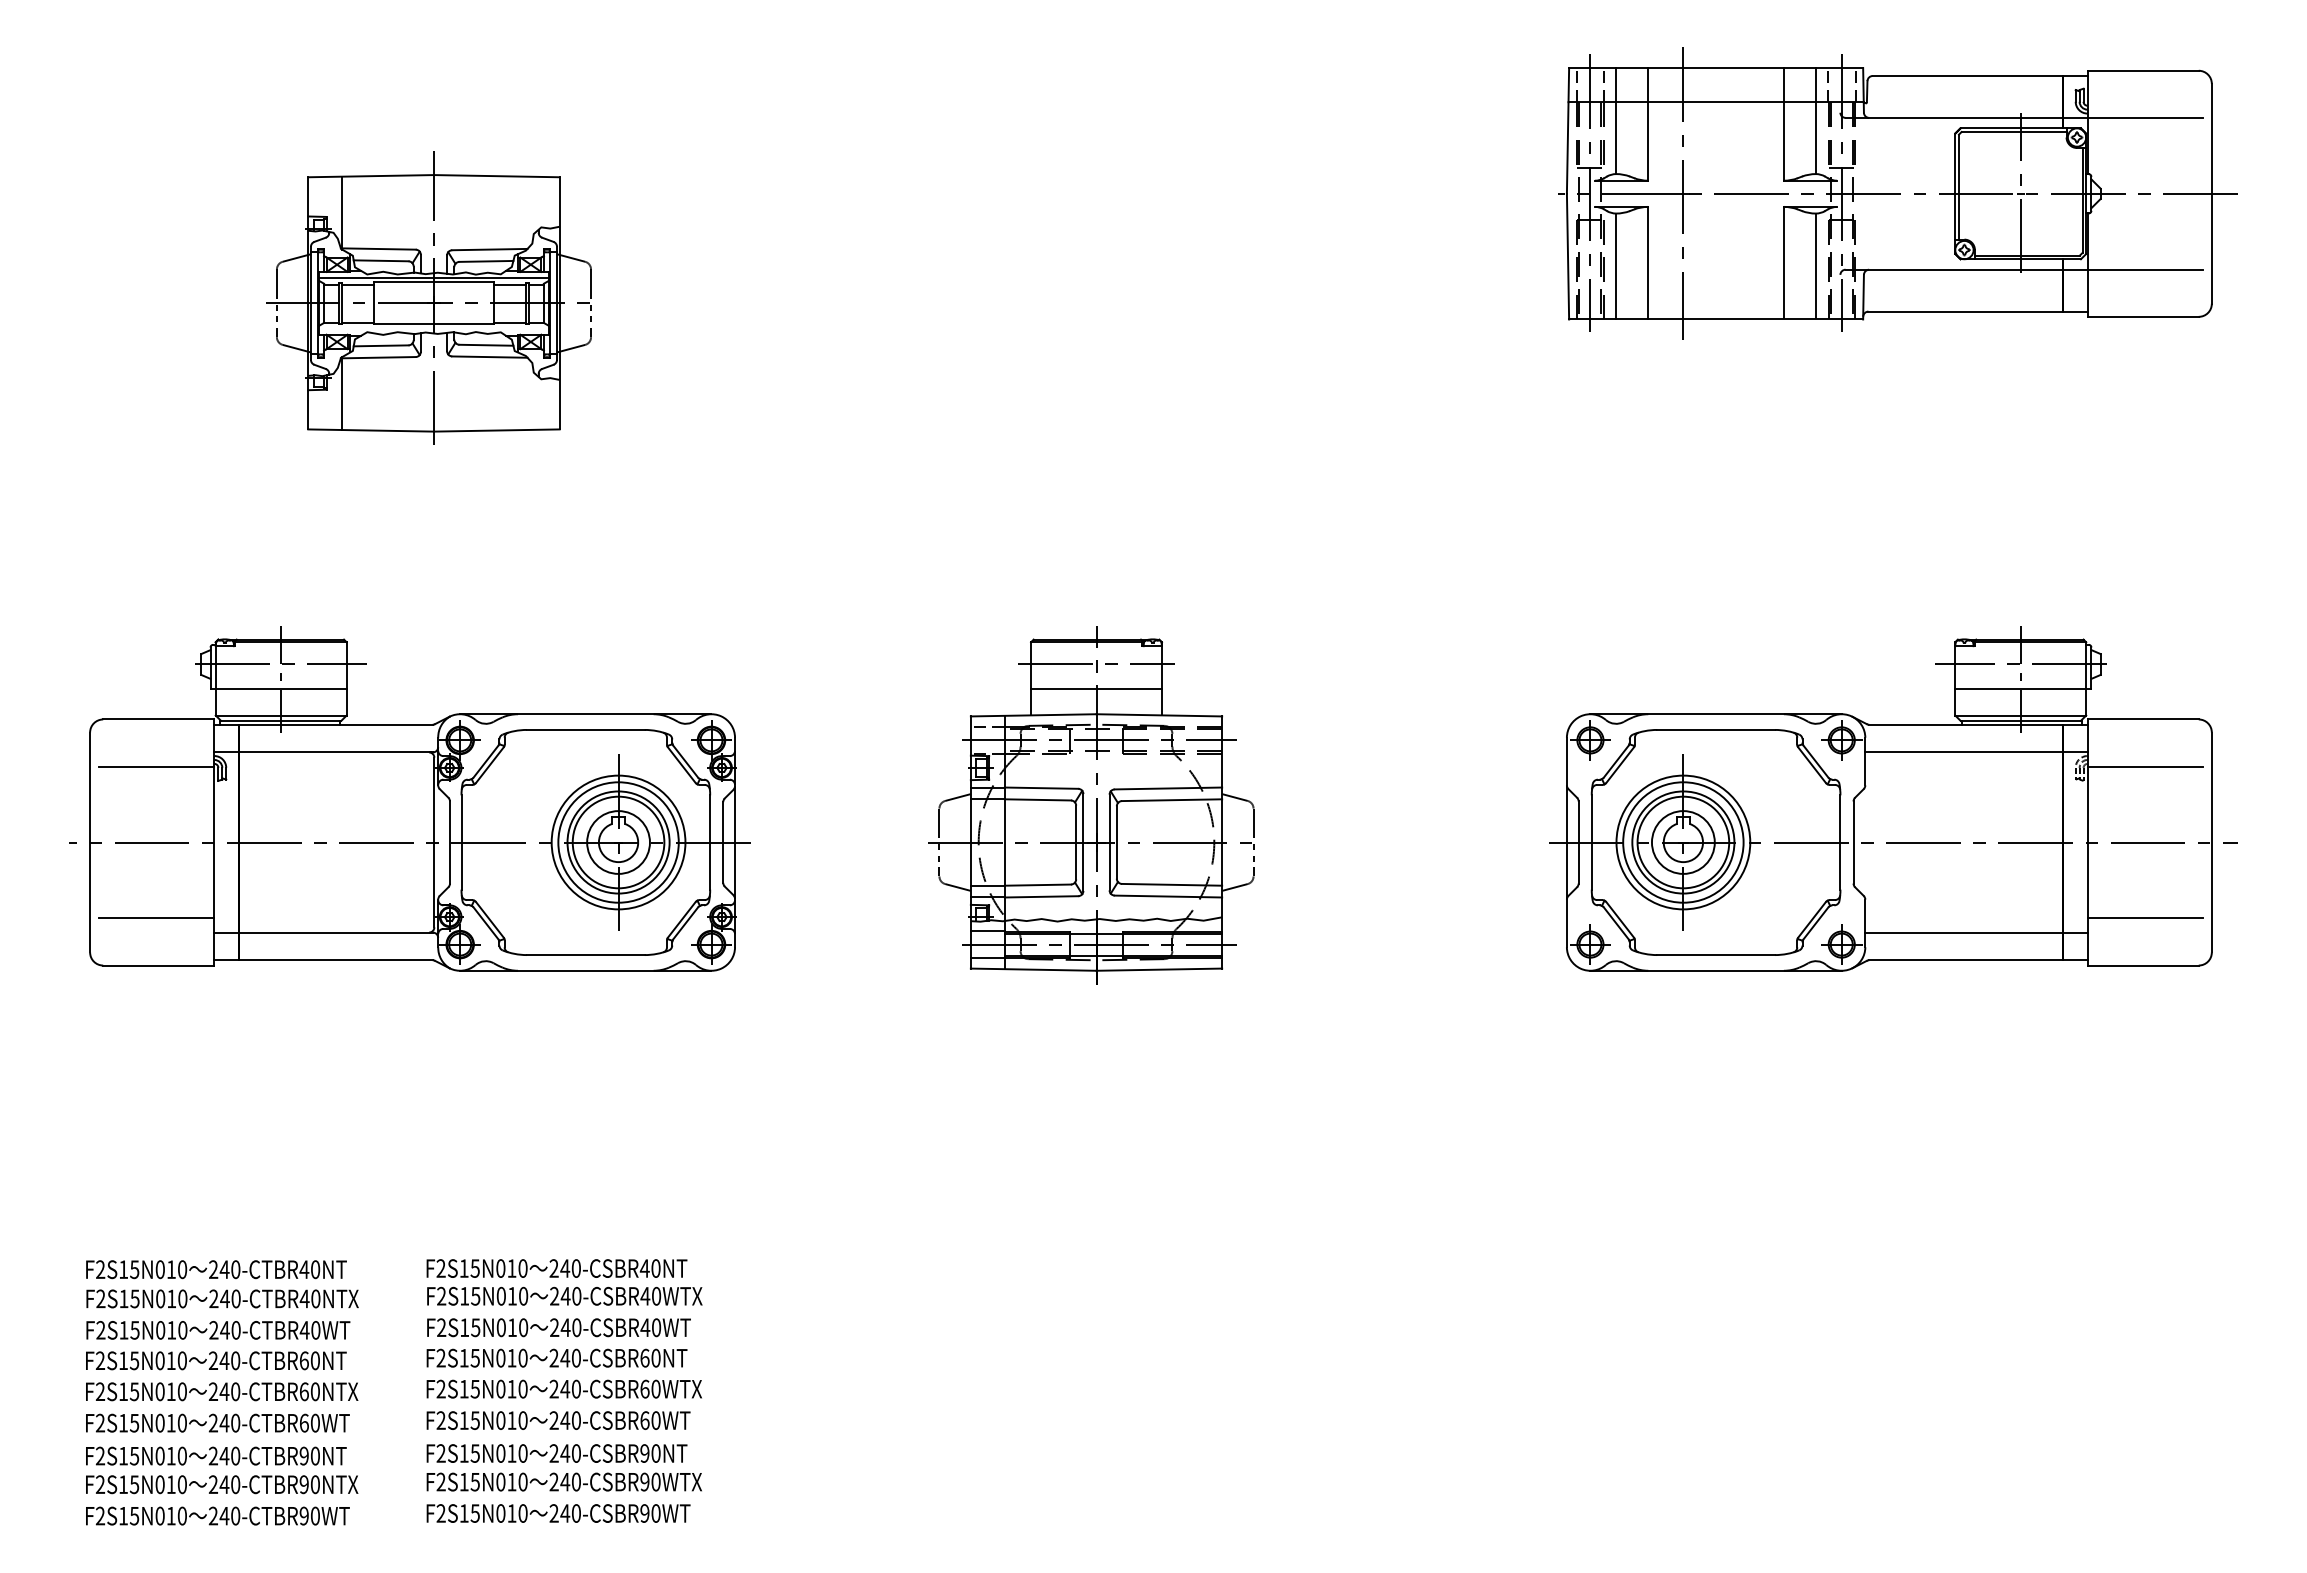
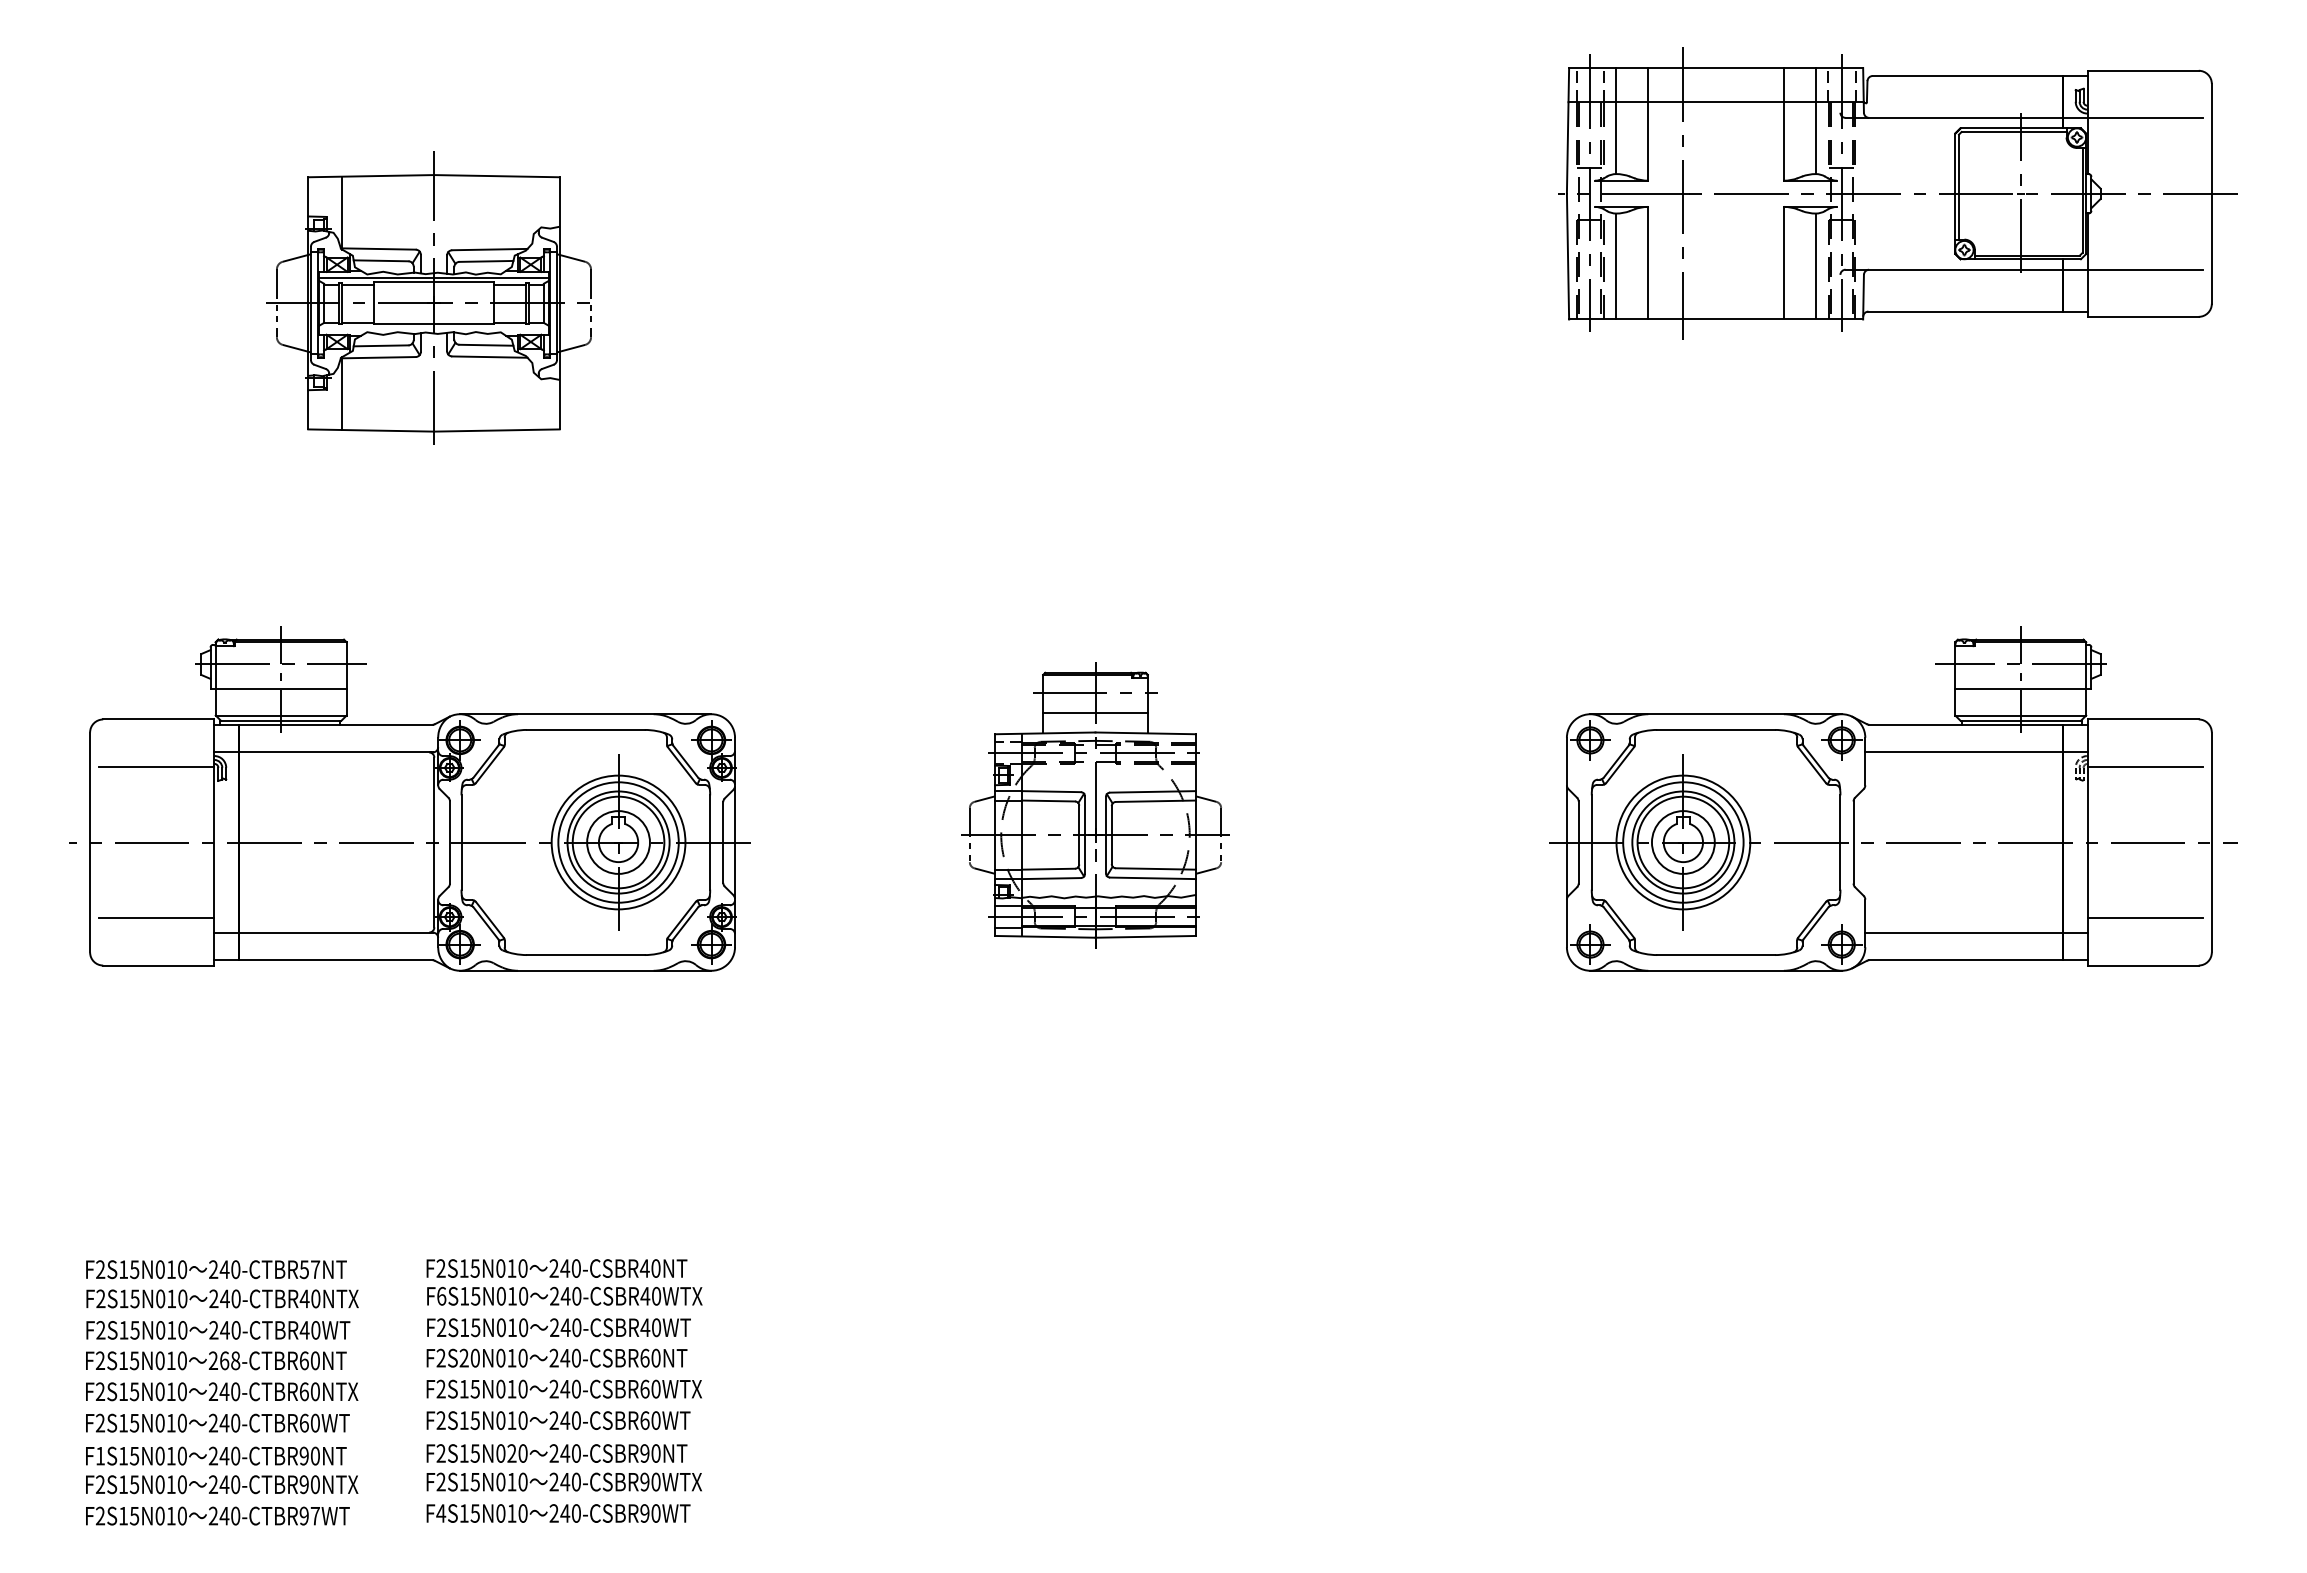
part at (1091, 805) size: 327x359 px -> 265x287 px
text at (309, 1269): 240-CTBR40NT -> 240-CTBR57NT
text at (441, 1295): F2S15N010 -> F6S15N010
text at (469, 1357): F2S15N010 -> F2S20N010
text at (229, 1360): 240-CTBR60NT -> 268-CTBR60NT
text at (511, 1453): F2S15N010 -> F2S15N020
text at (100, 1455): F2S15N010 -> F1S15N010
text at (441, 1513): F2S15N010 -> F4S15N010
text at (314, 1515): 240-CTBR90WT -> 240-CTBR97WT
